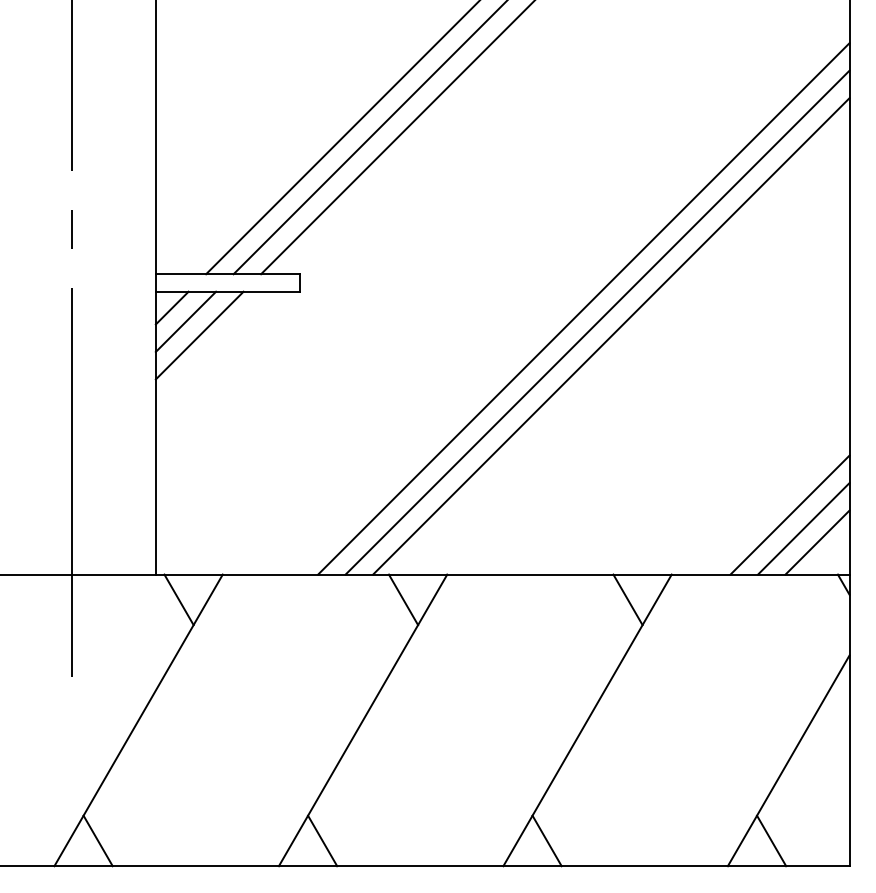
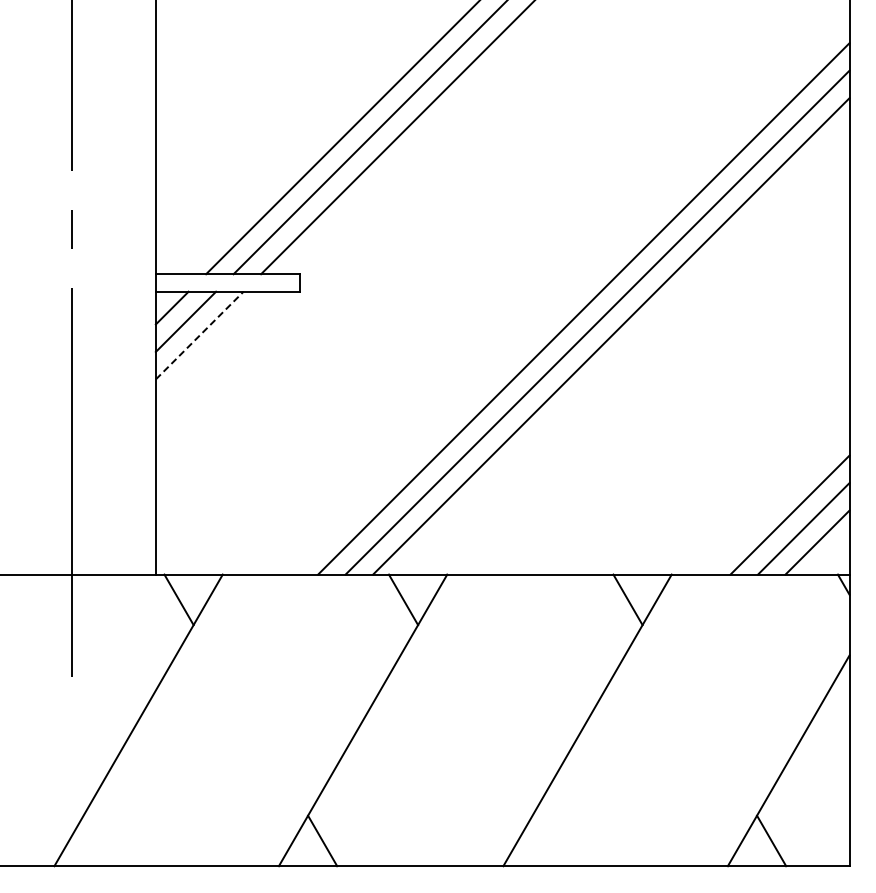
line at (200, 335): solid -> dashed
line at (97, 840): present -> none
line at (546, 840): present -> none
